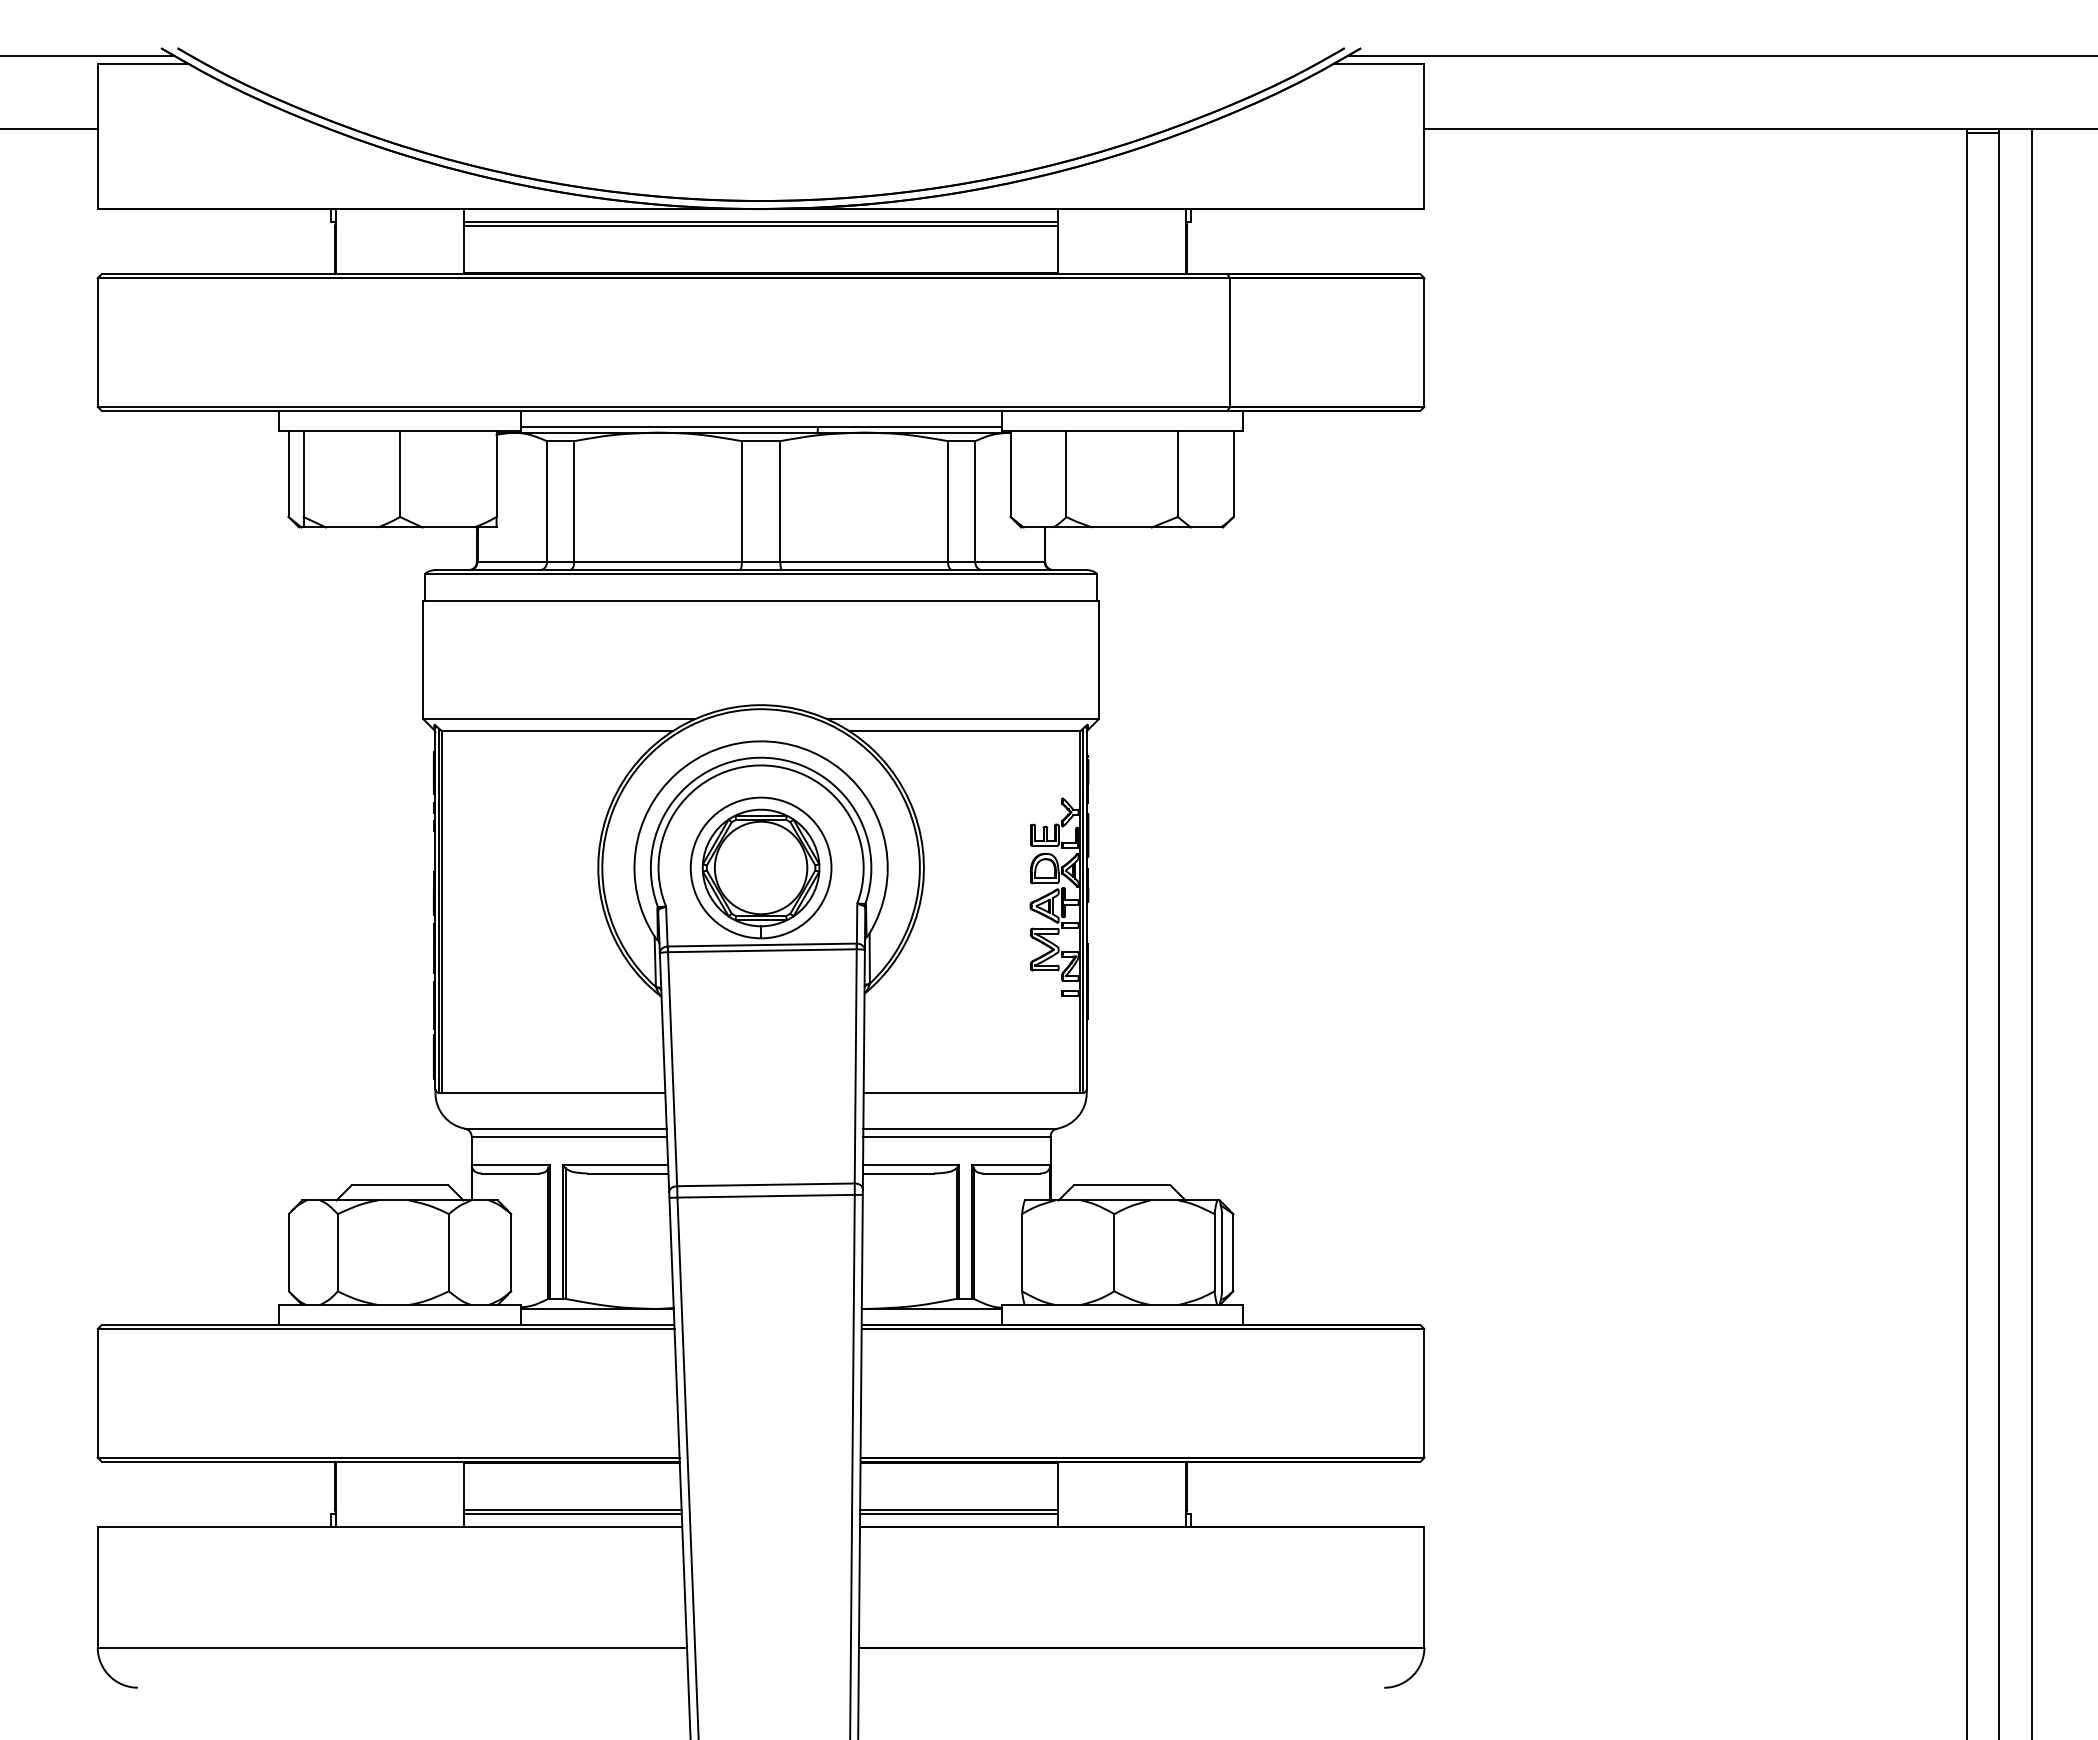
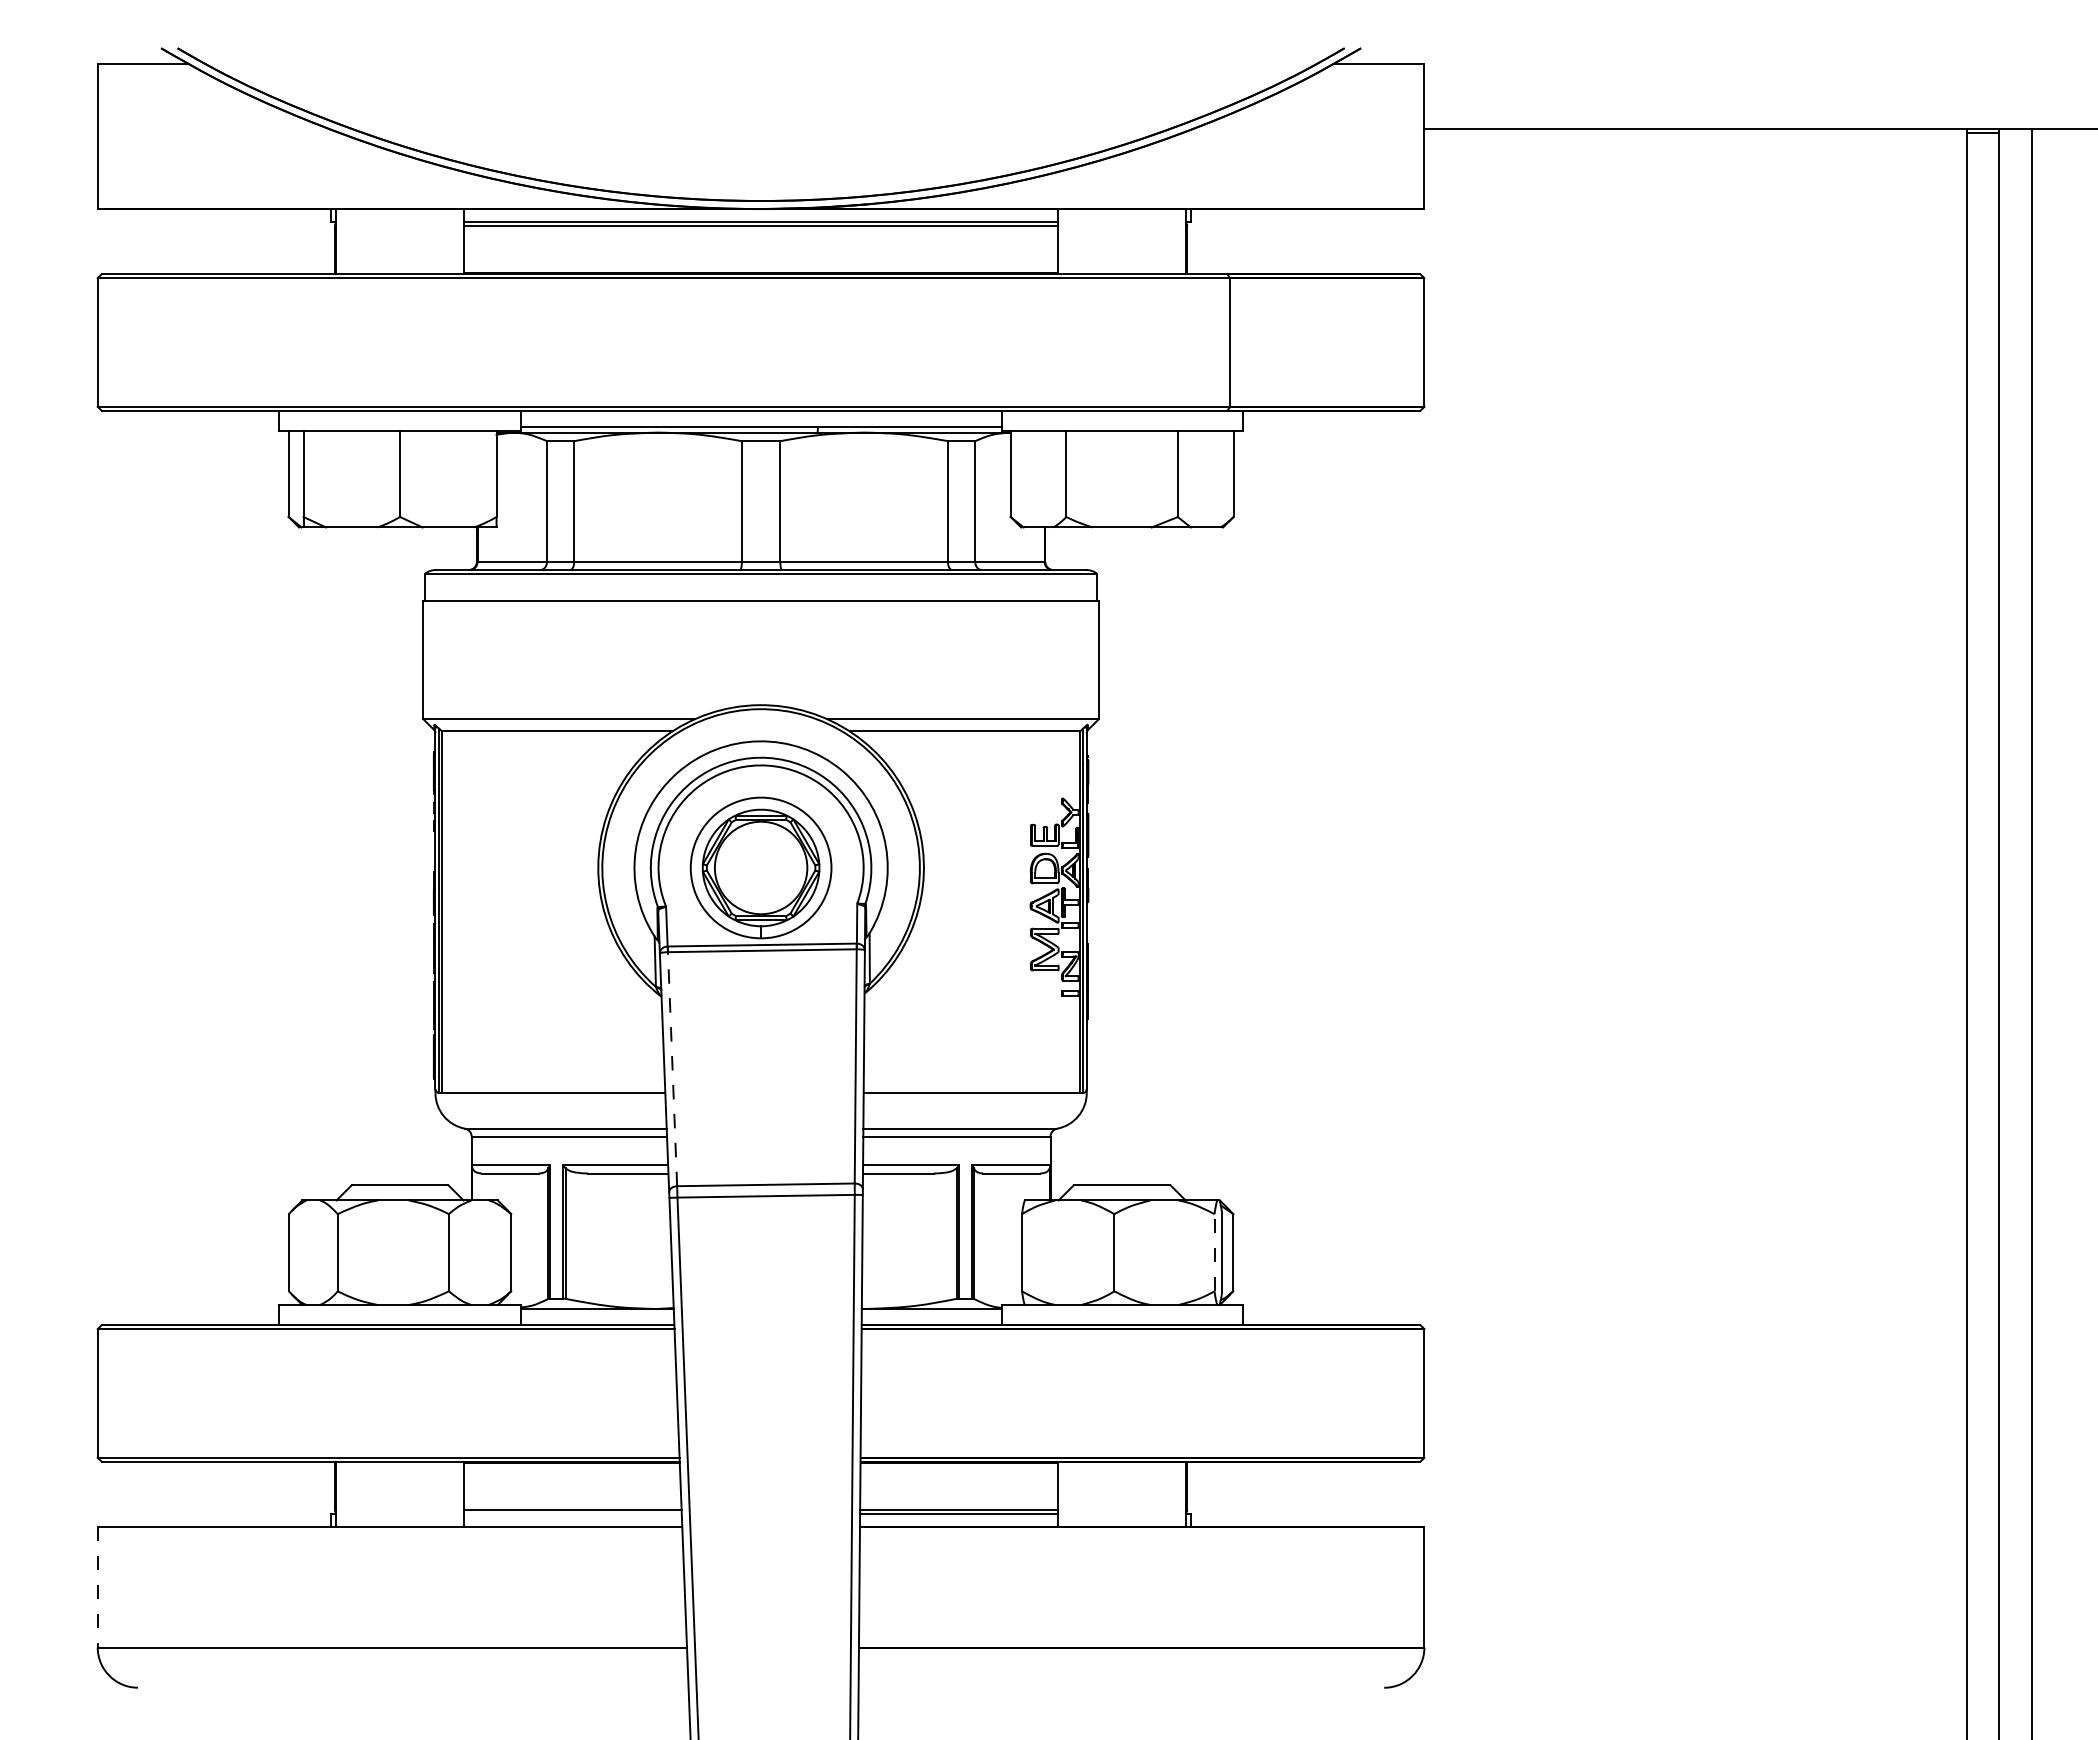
line at (87, 56): present -> none
line at (1721, 56): present -> none
line at (49, 128): present -> none
line at (672, 1068): solid -> dashed
line at (1214, 1252): solid -> dashed
line at (572, 1514): present -> none
line at (97, 1587): solid -> dashed
